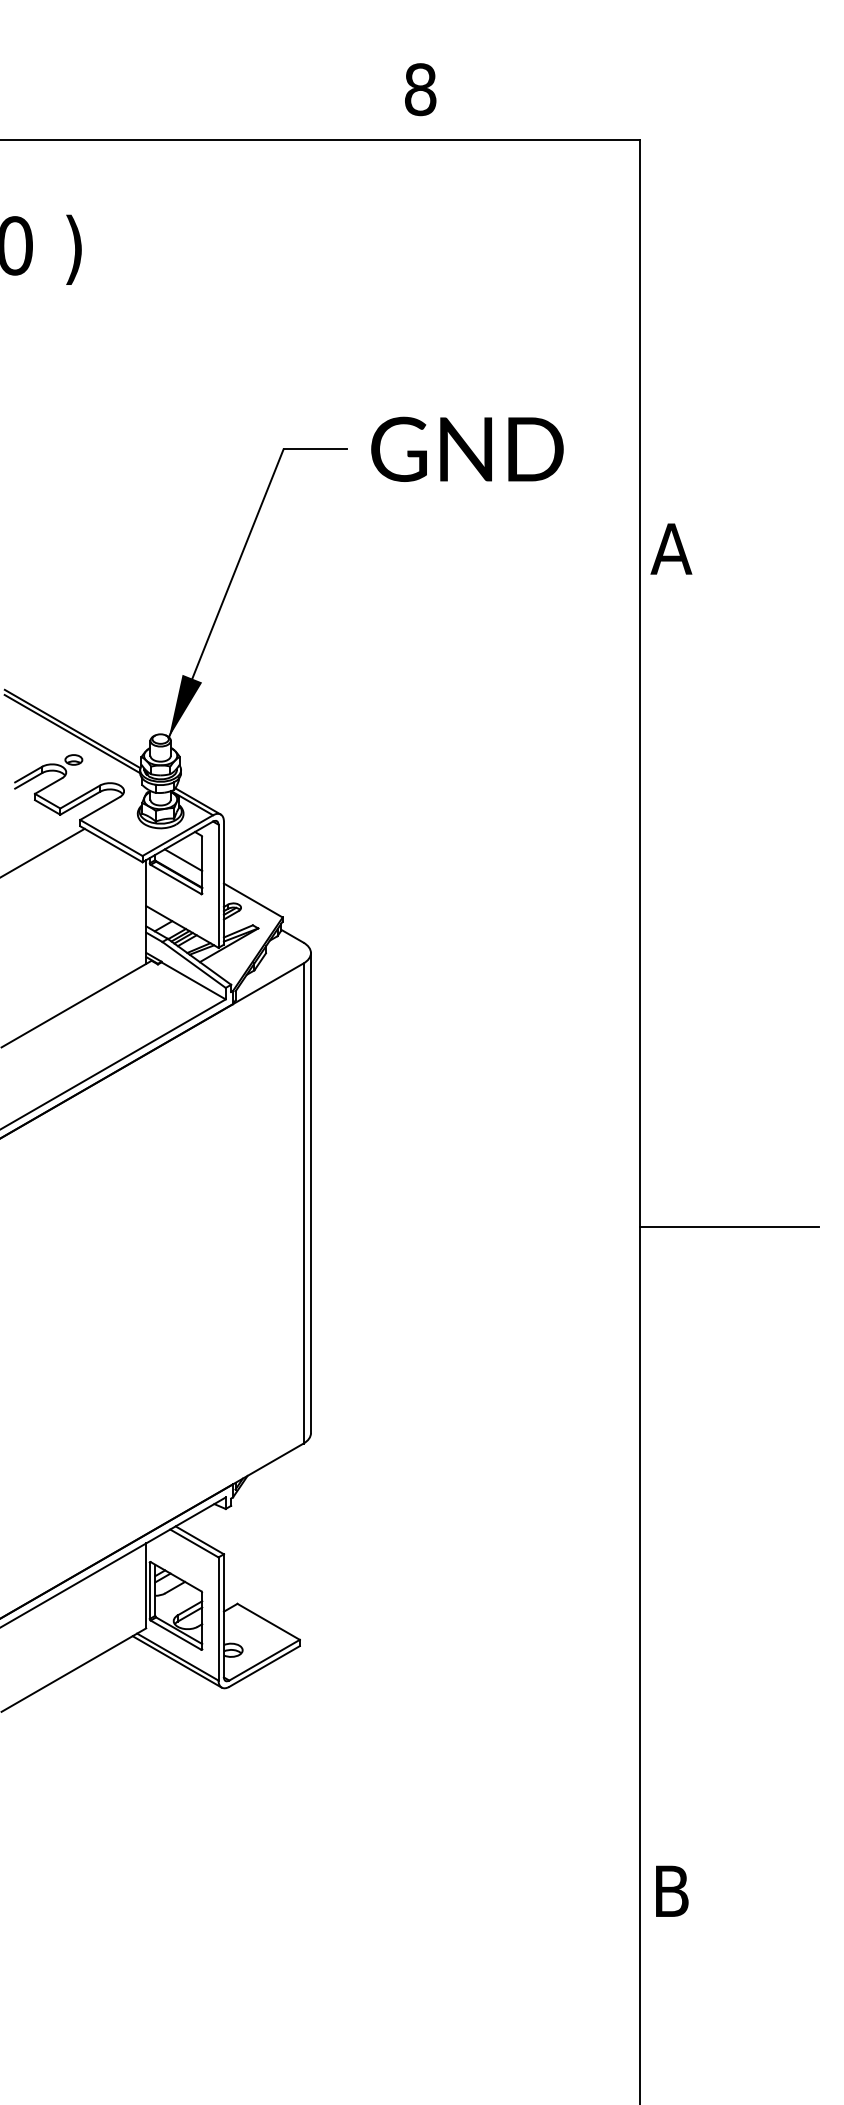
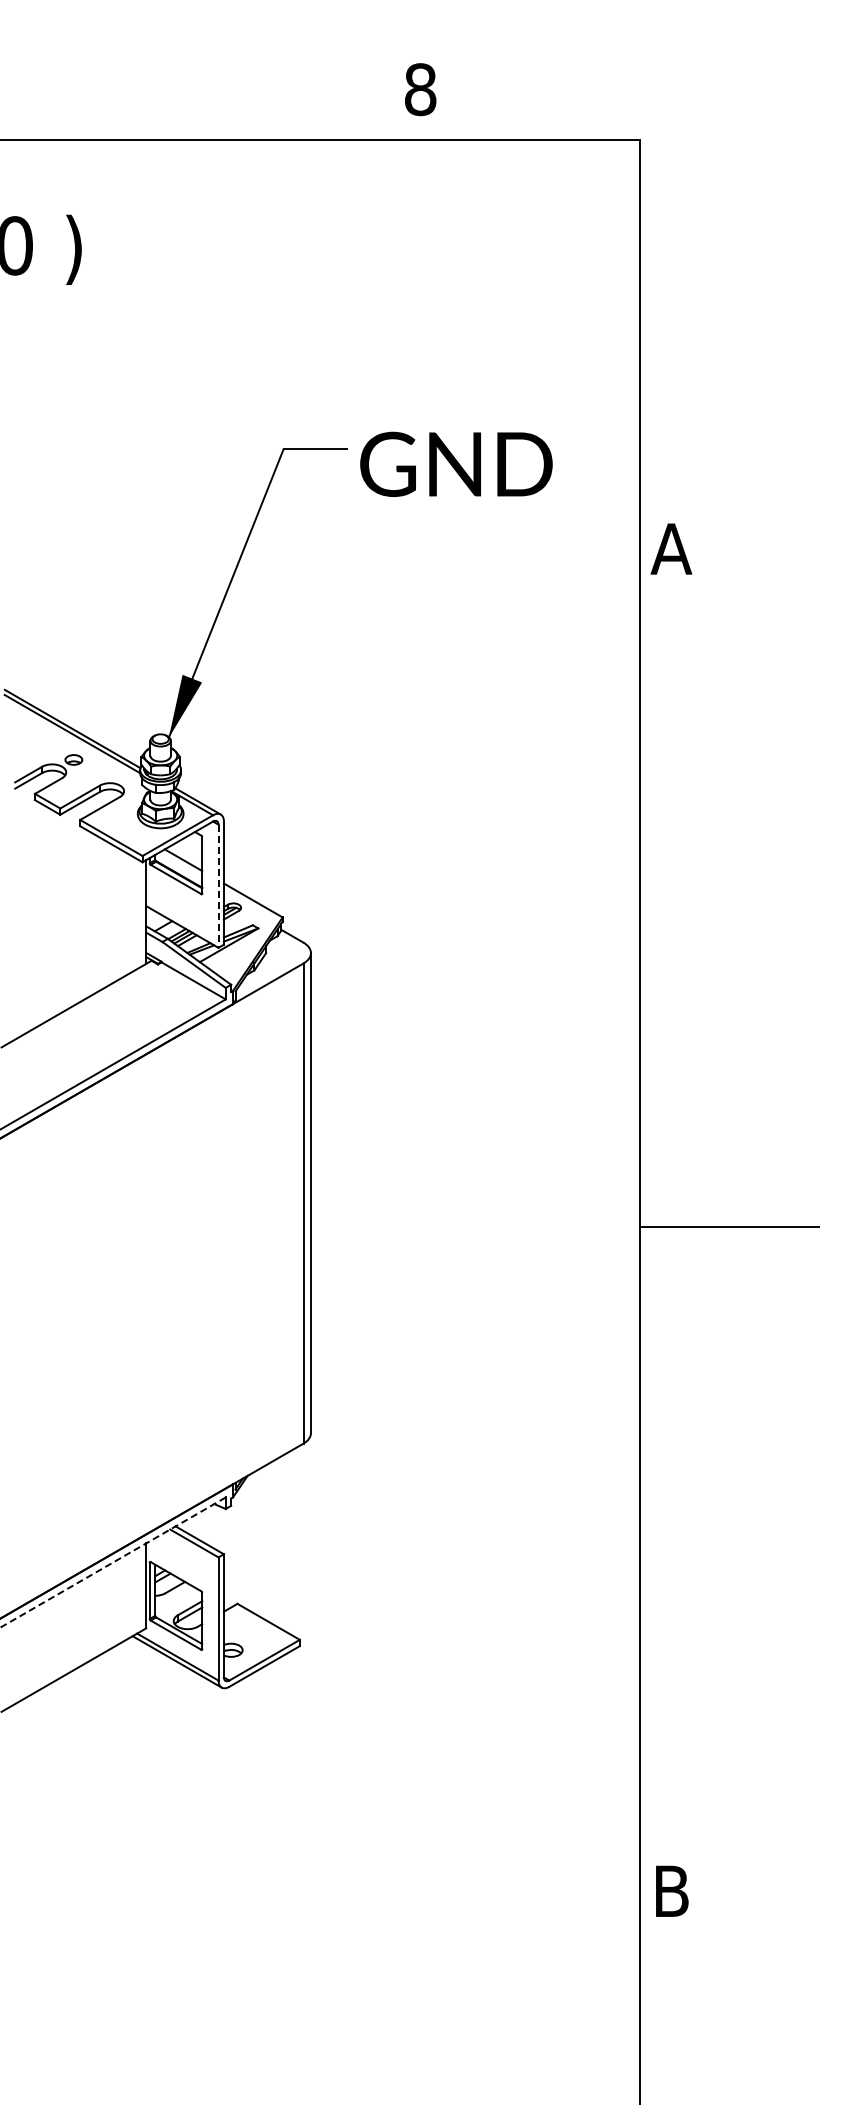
text at (467, 448) position: (467, 448) -> (456, 463)
line at (43, 852): present -> none
line at (218, 886): solid -> dashed
line at (112, 1562): solid -> dashed
